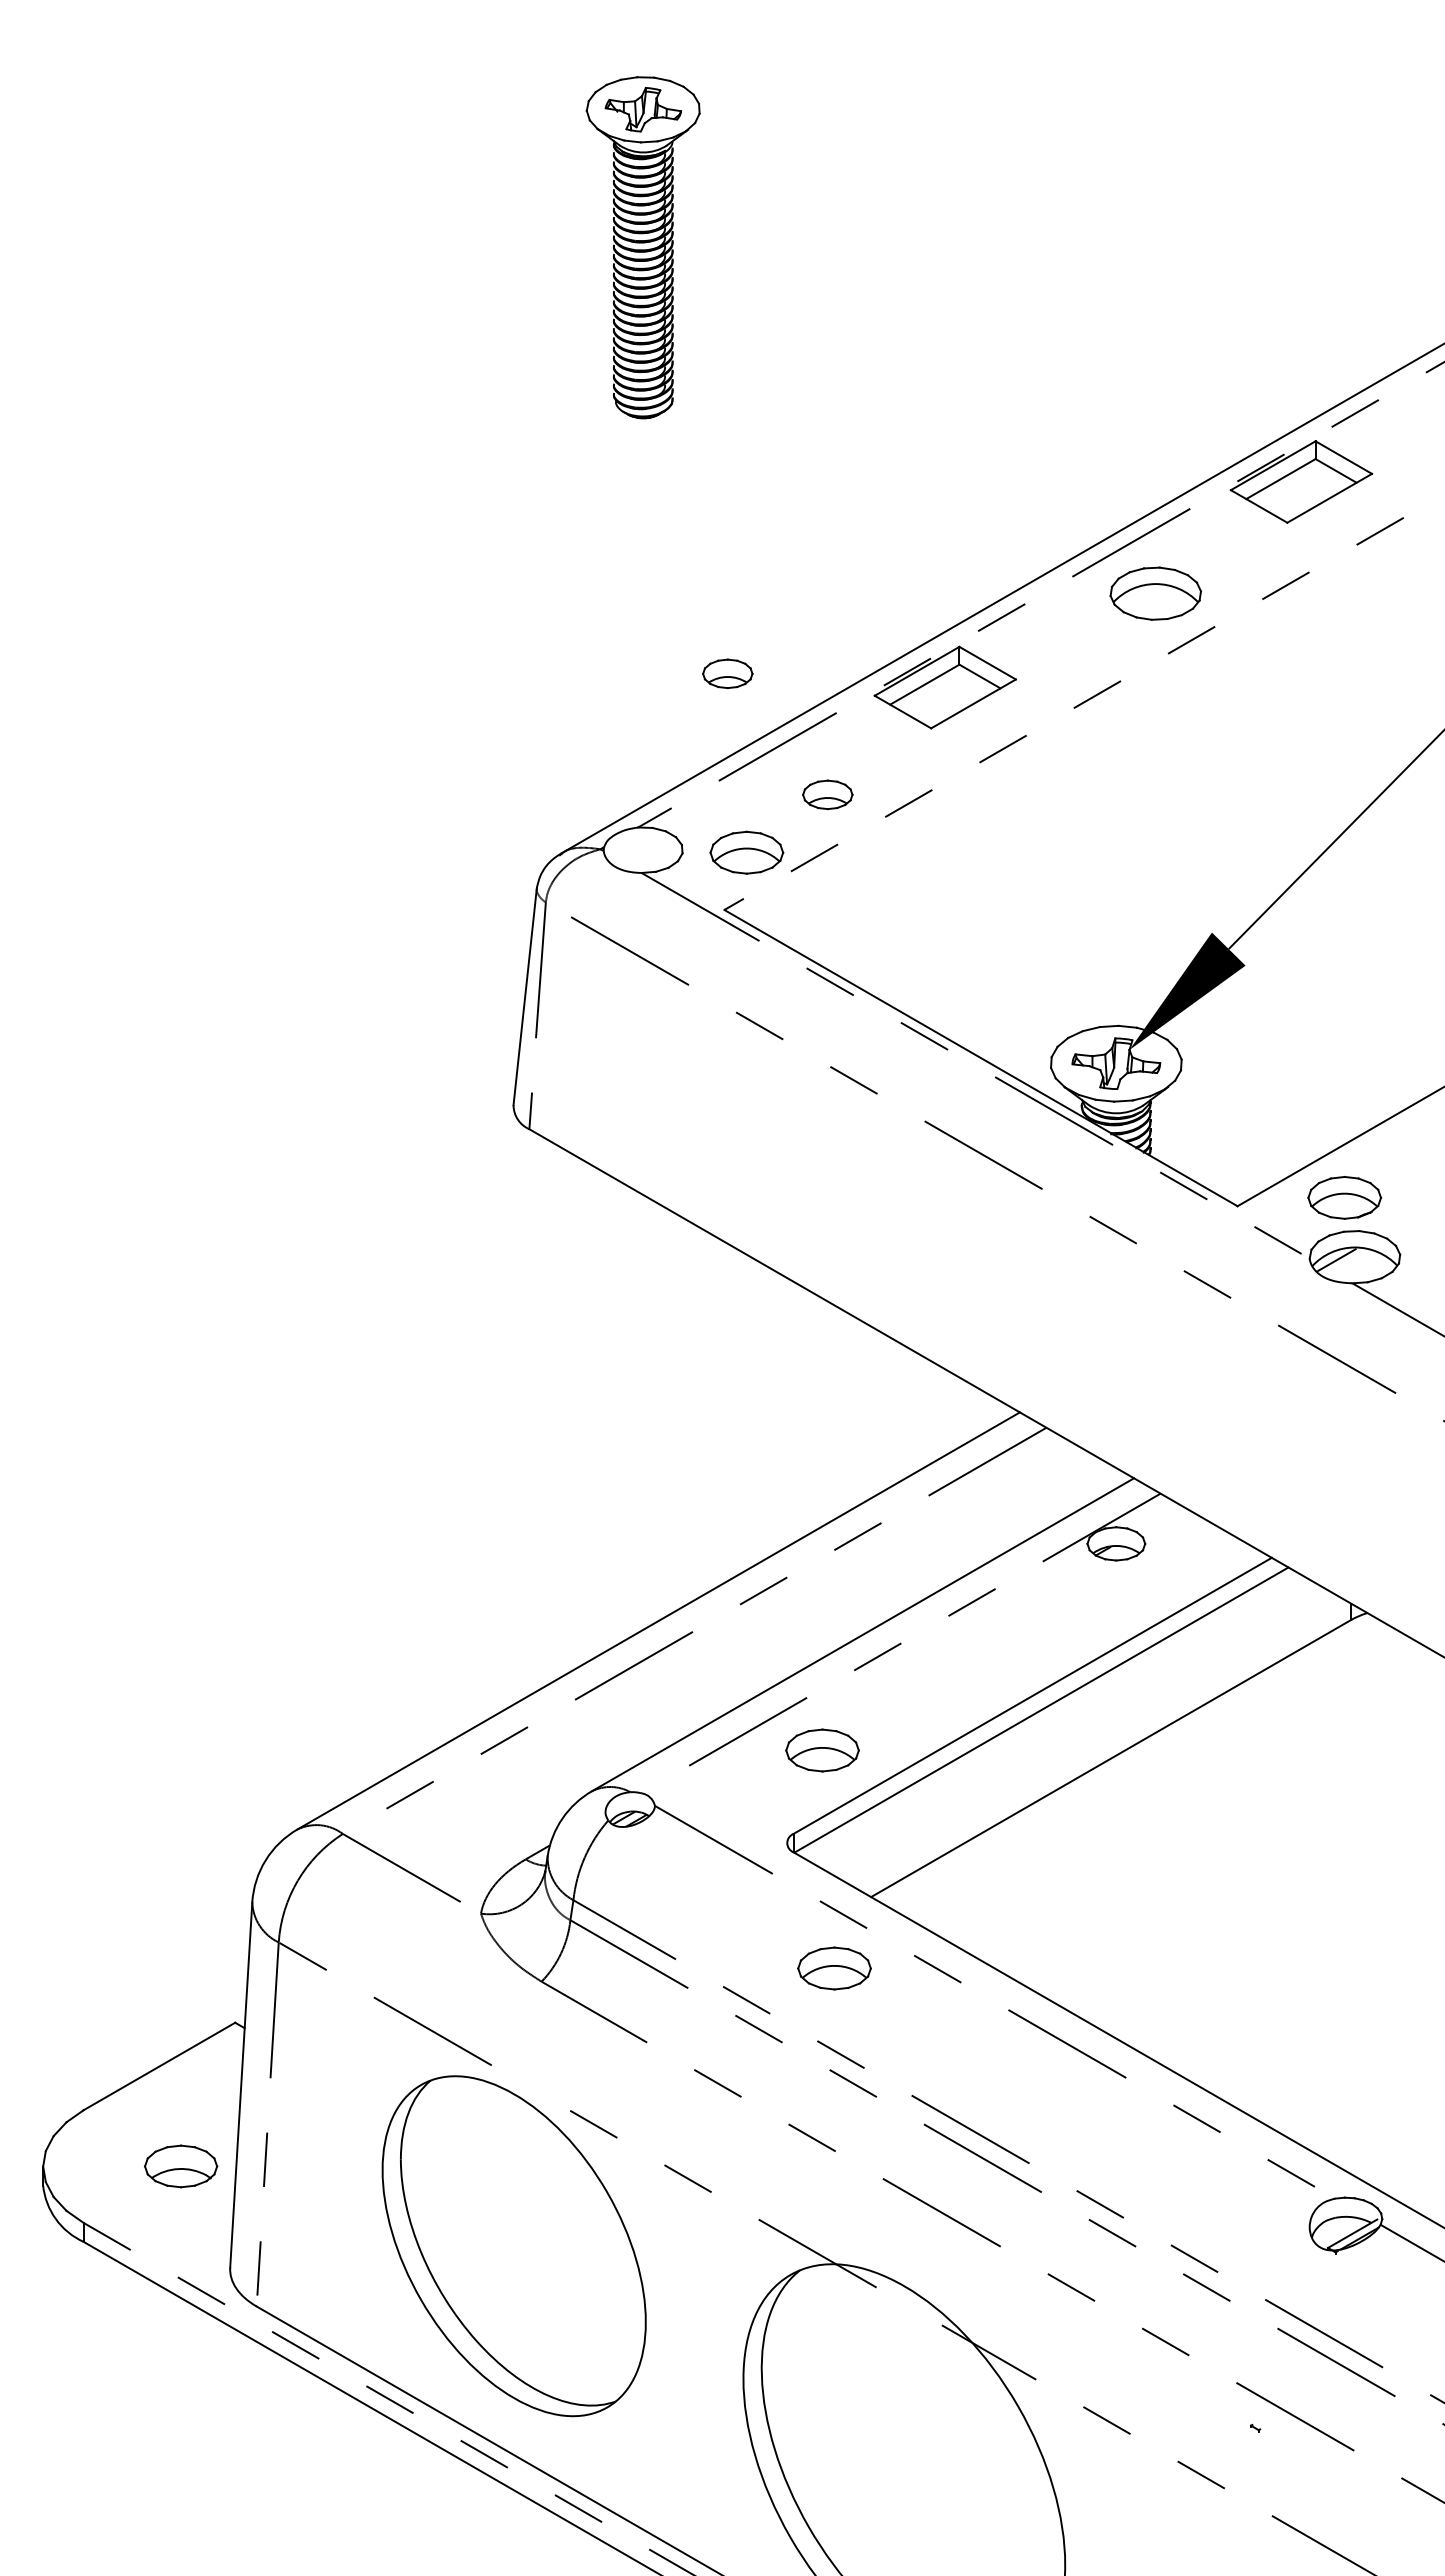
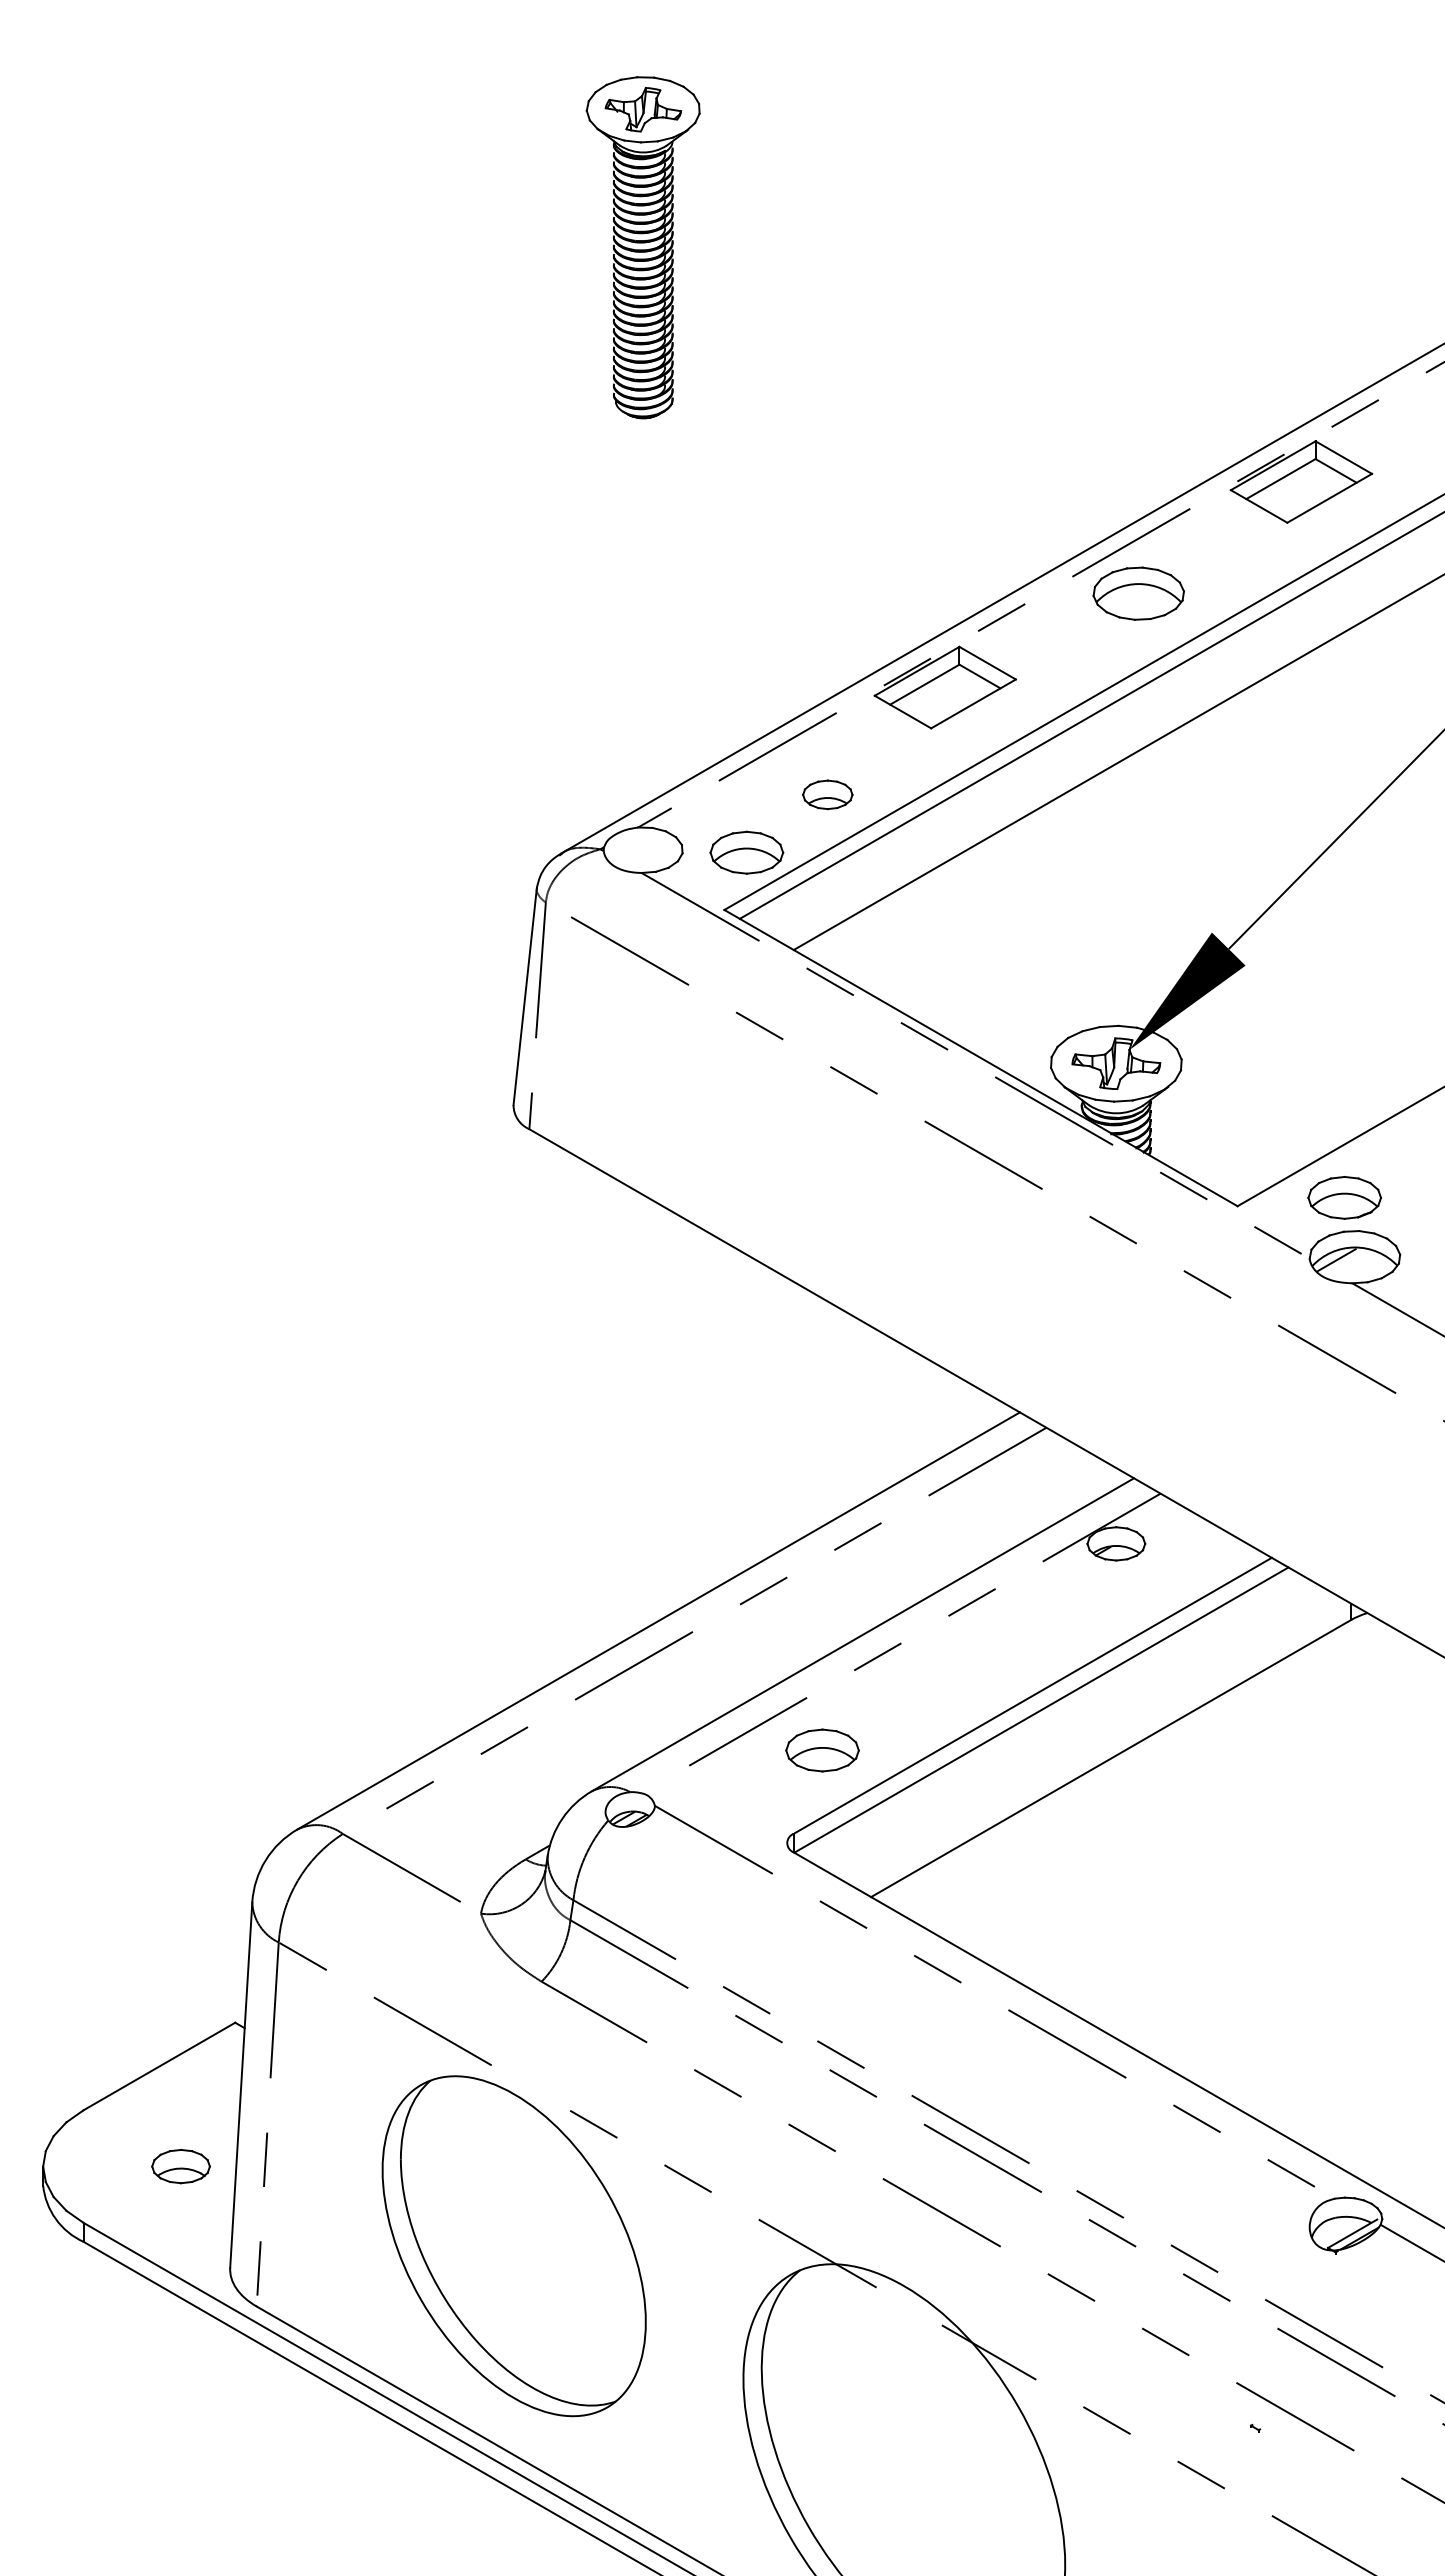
part at (1155, 593) position: (1155, 593) -> (1138, 593)
part at (727, 673): present -> none
line at (1084, 702): dashed -> solid
line at (1090, 715): none -> present
line at (1117, 763): none -> present
part at (834, 1968): present -> none
part at (181, 2166) size: 75x45 px -> 60x36 px
line at (389, 2399): dashed -> solid
